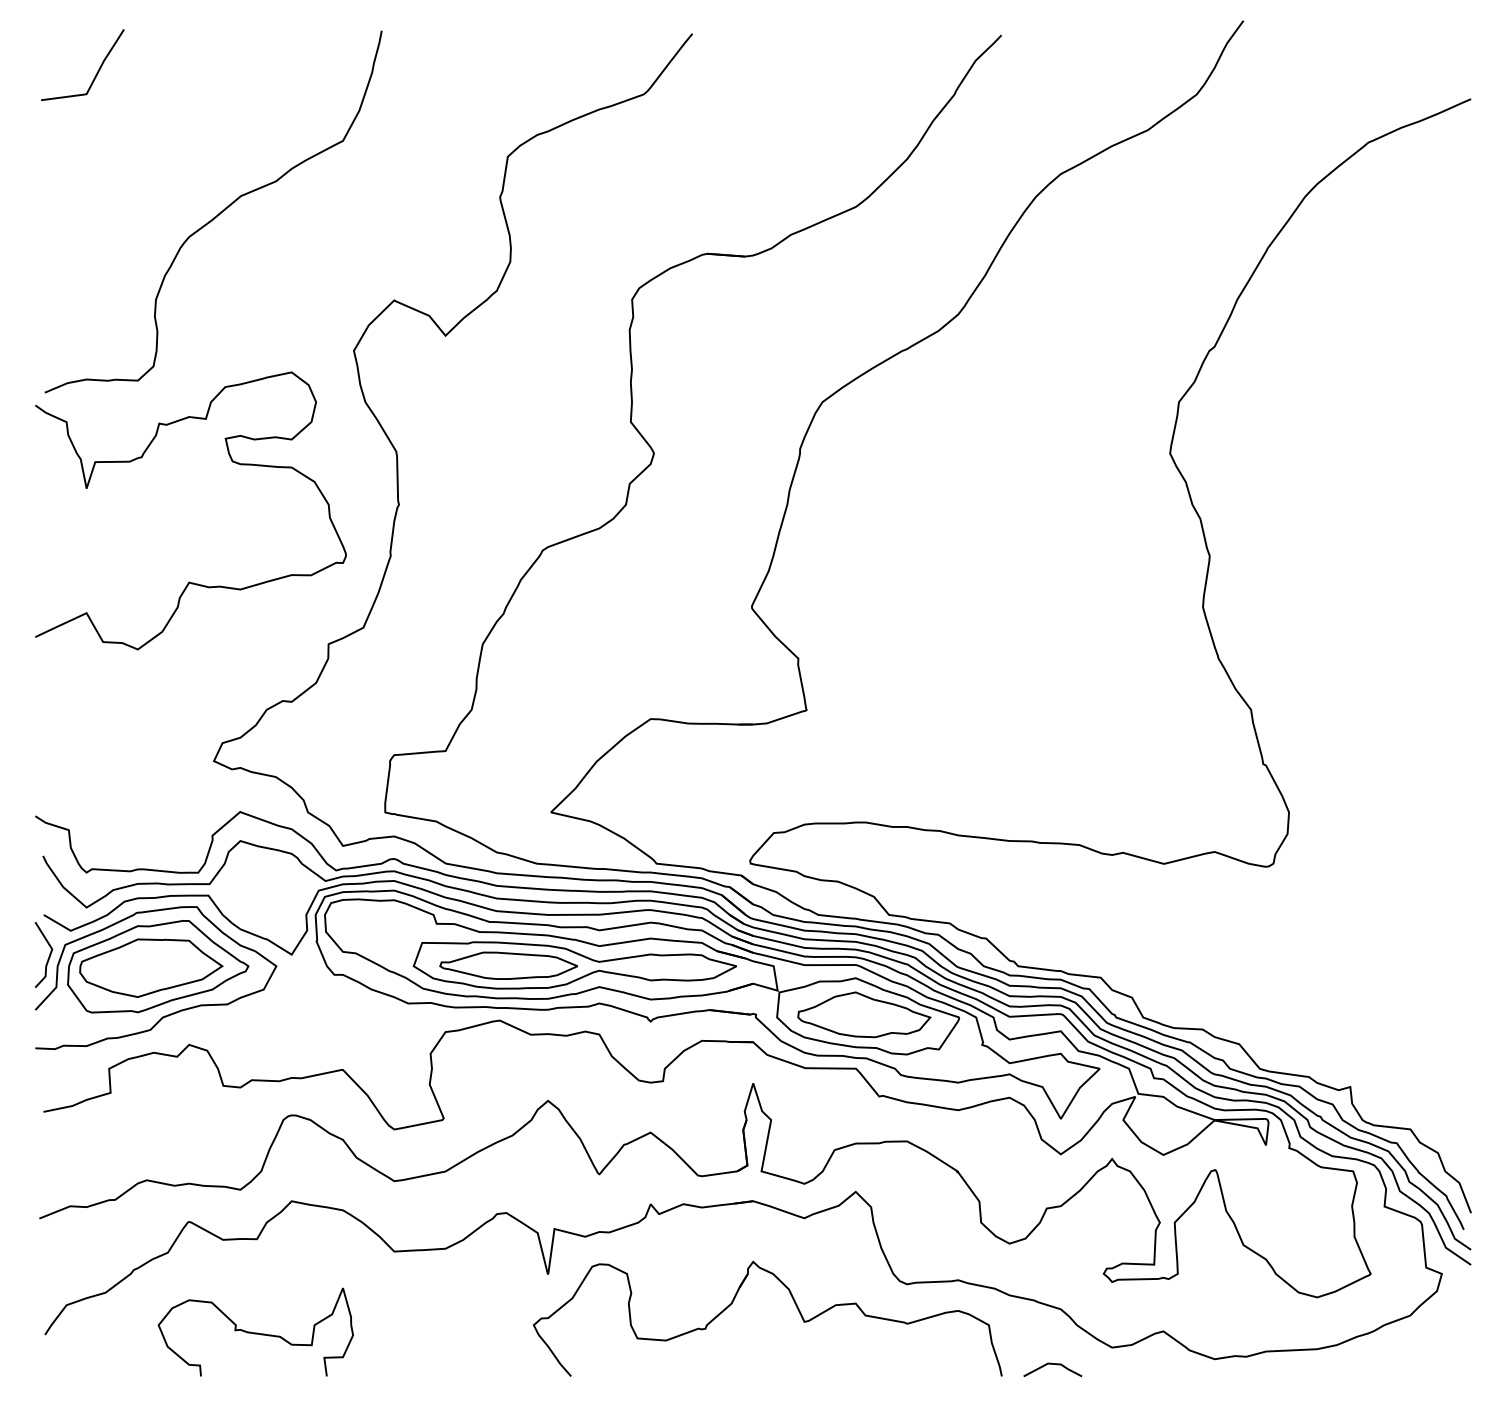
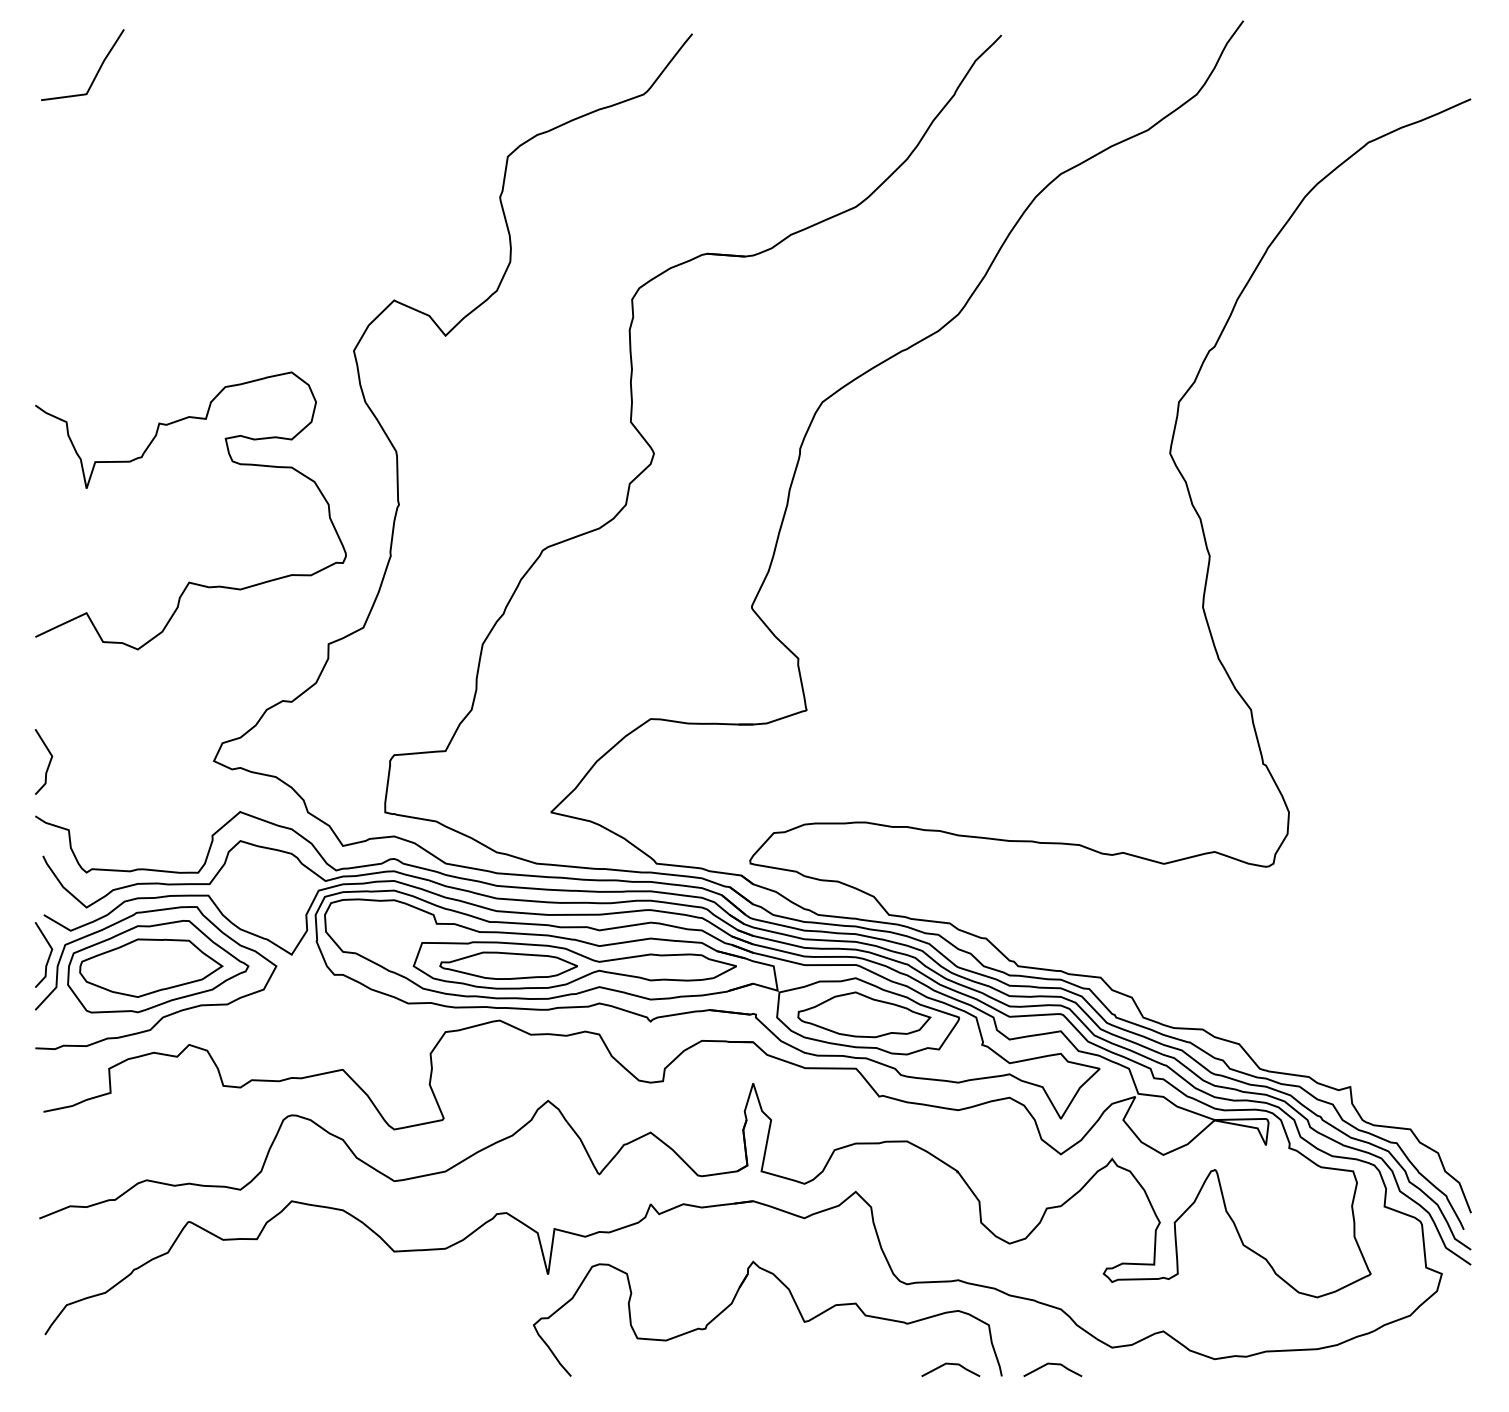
curve at (217, 214): present -> none
line at (48, 763): none -> present
curve at (255, 1332): present -> none
line at (950, 1364): none -> present
